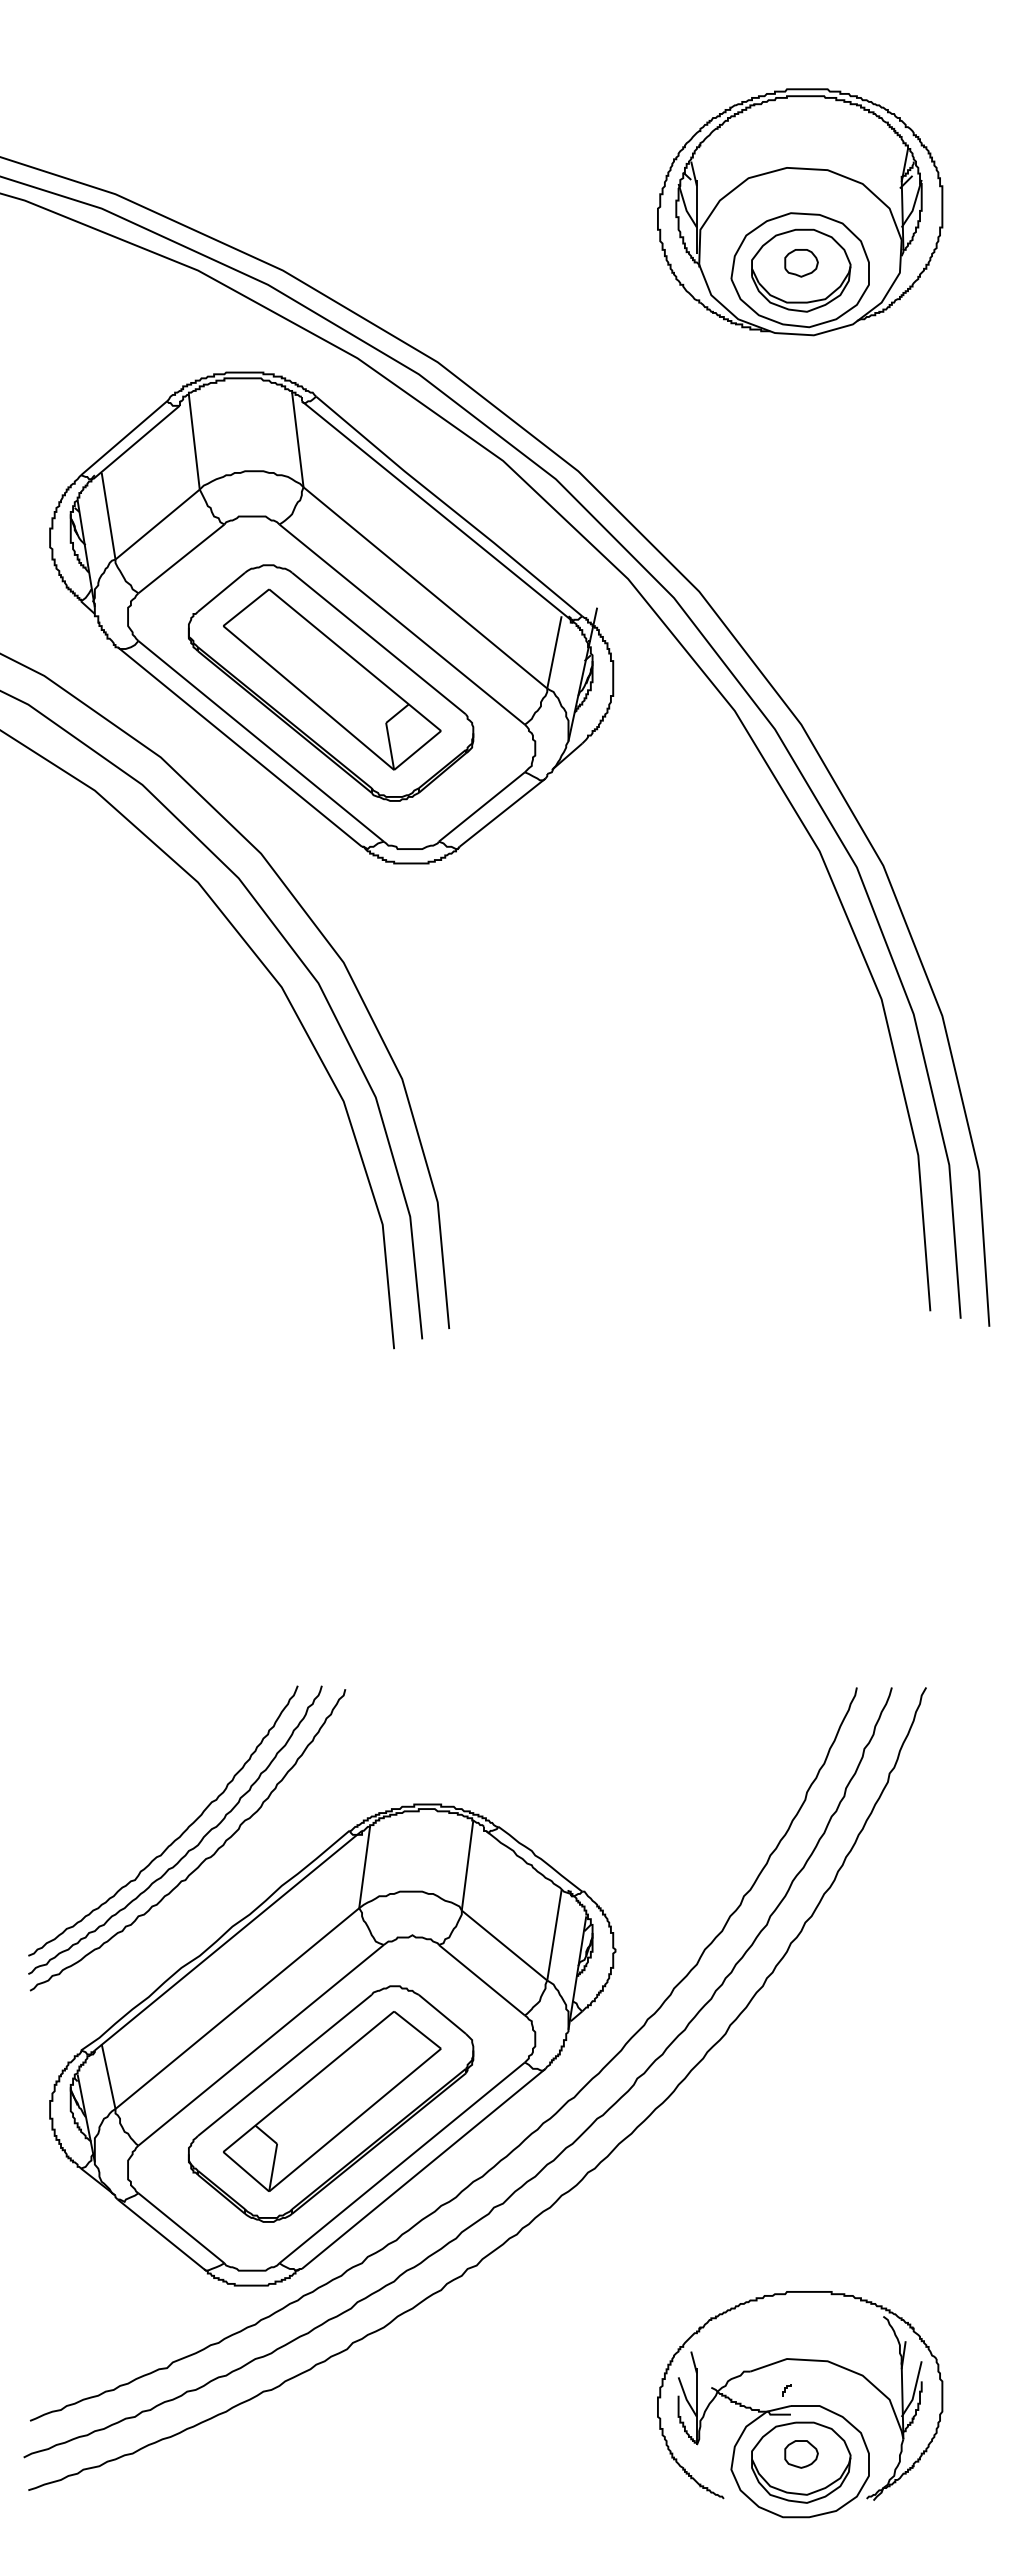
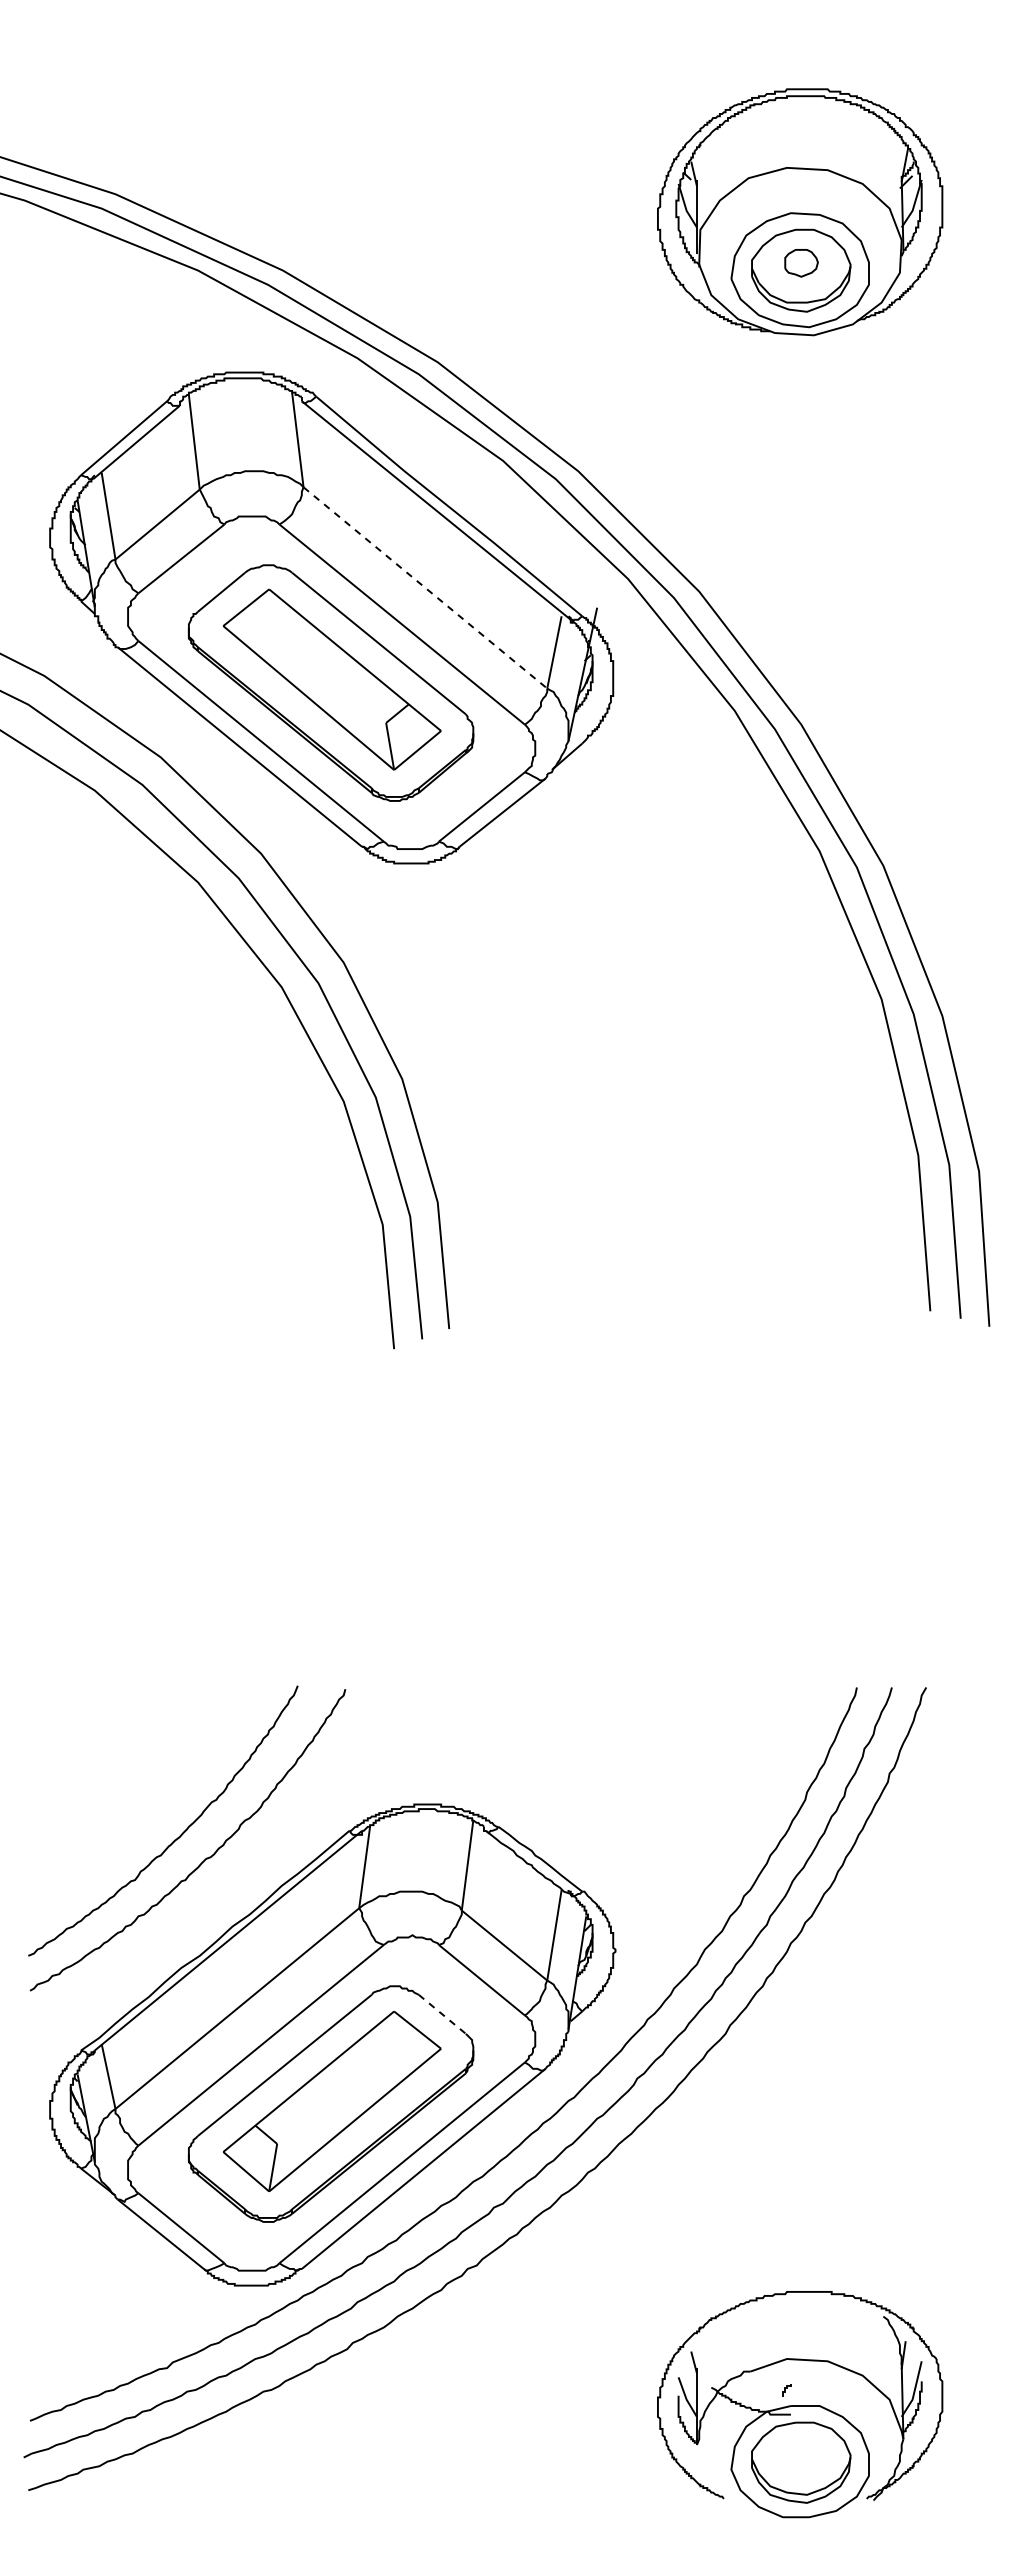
line at (425, 588): solid -> dashed
curve at (189, 1849): present -> none
line at (442, 2014): solid -> dashed
part at (801, 2454): present -> none
